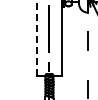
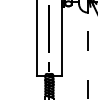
line at (36, 37): dashed -> solid
